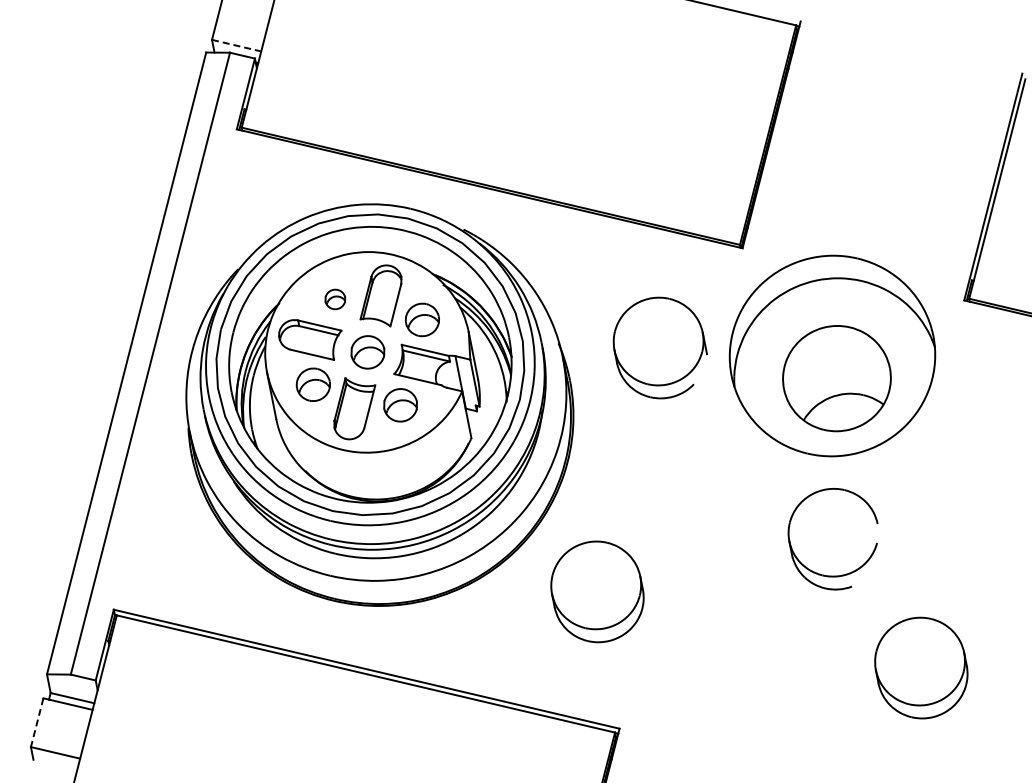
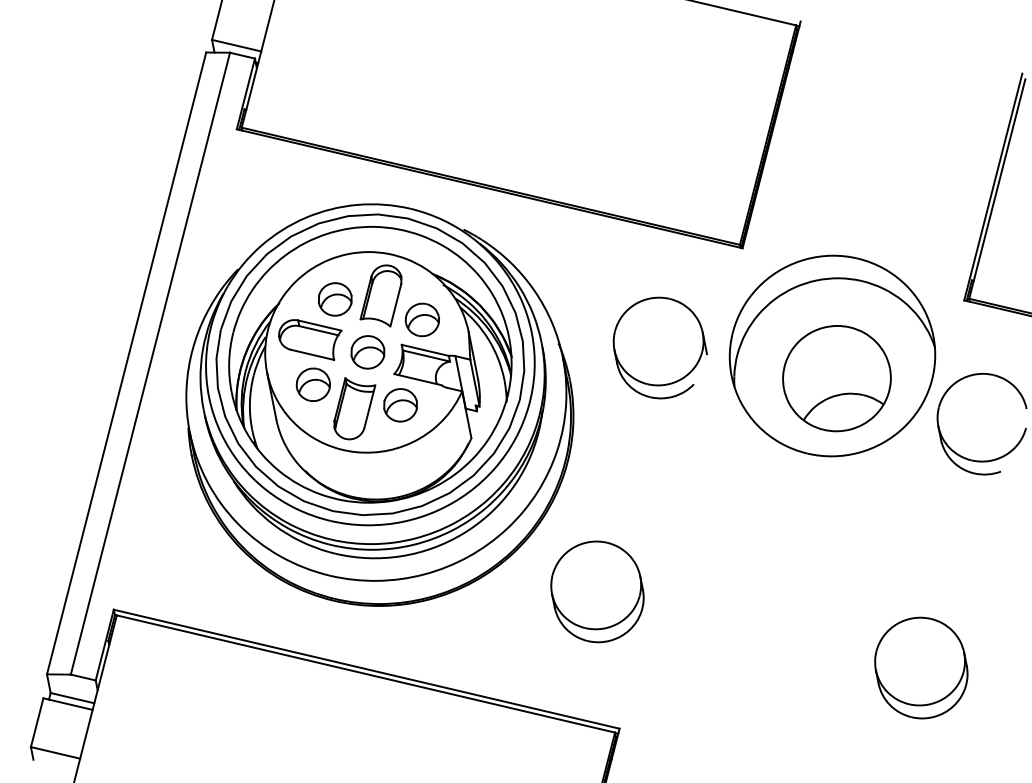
line at (237, 45): dashed -> solid
part at (335, 299) size: 23x23 px -> 35x35 px
part at (824, 574) position: (824, 574) -> (973, 459)
line at (37, 723): dashed -> solid
